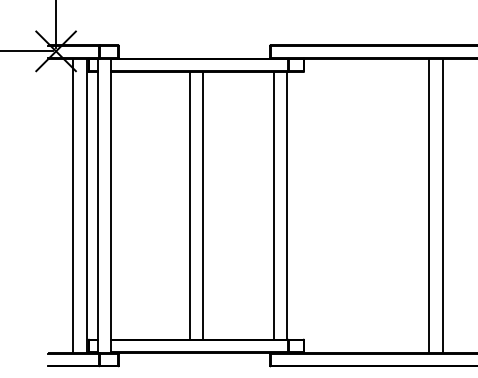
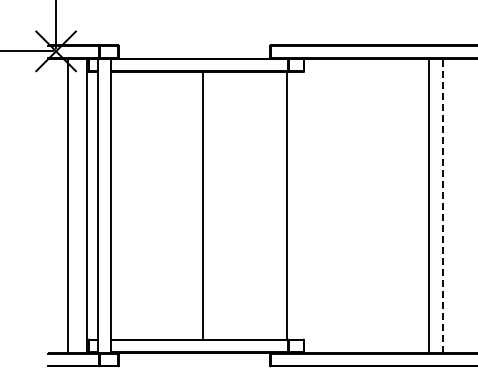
line at (73, 205) position: (73, 205) -> (68, 205)
line at (189, 205): present -> none
line at (273, 205): present -> none
line at (442, 205): solid -> dashed
